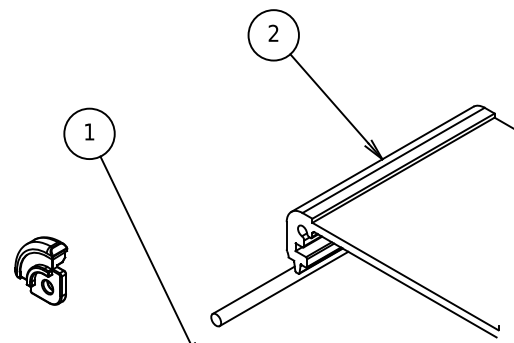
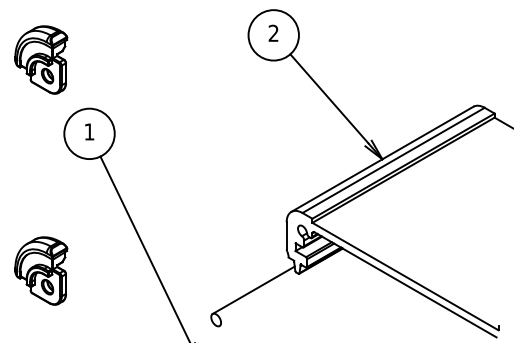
part at (41, 59): none -> present
line at (283, 288): present -> none
